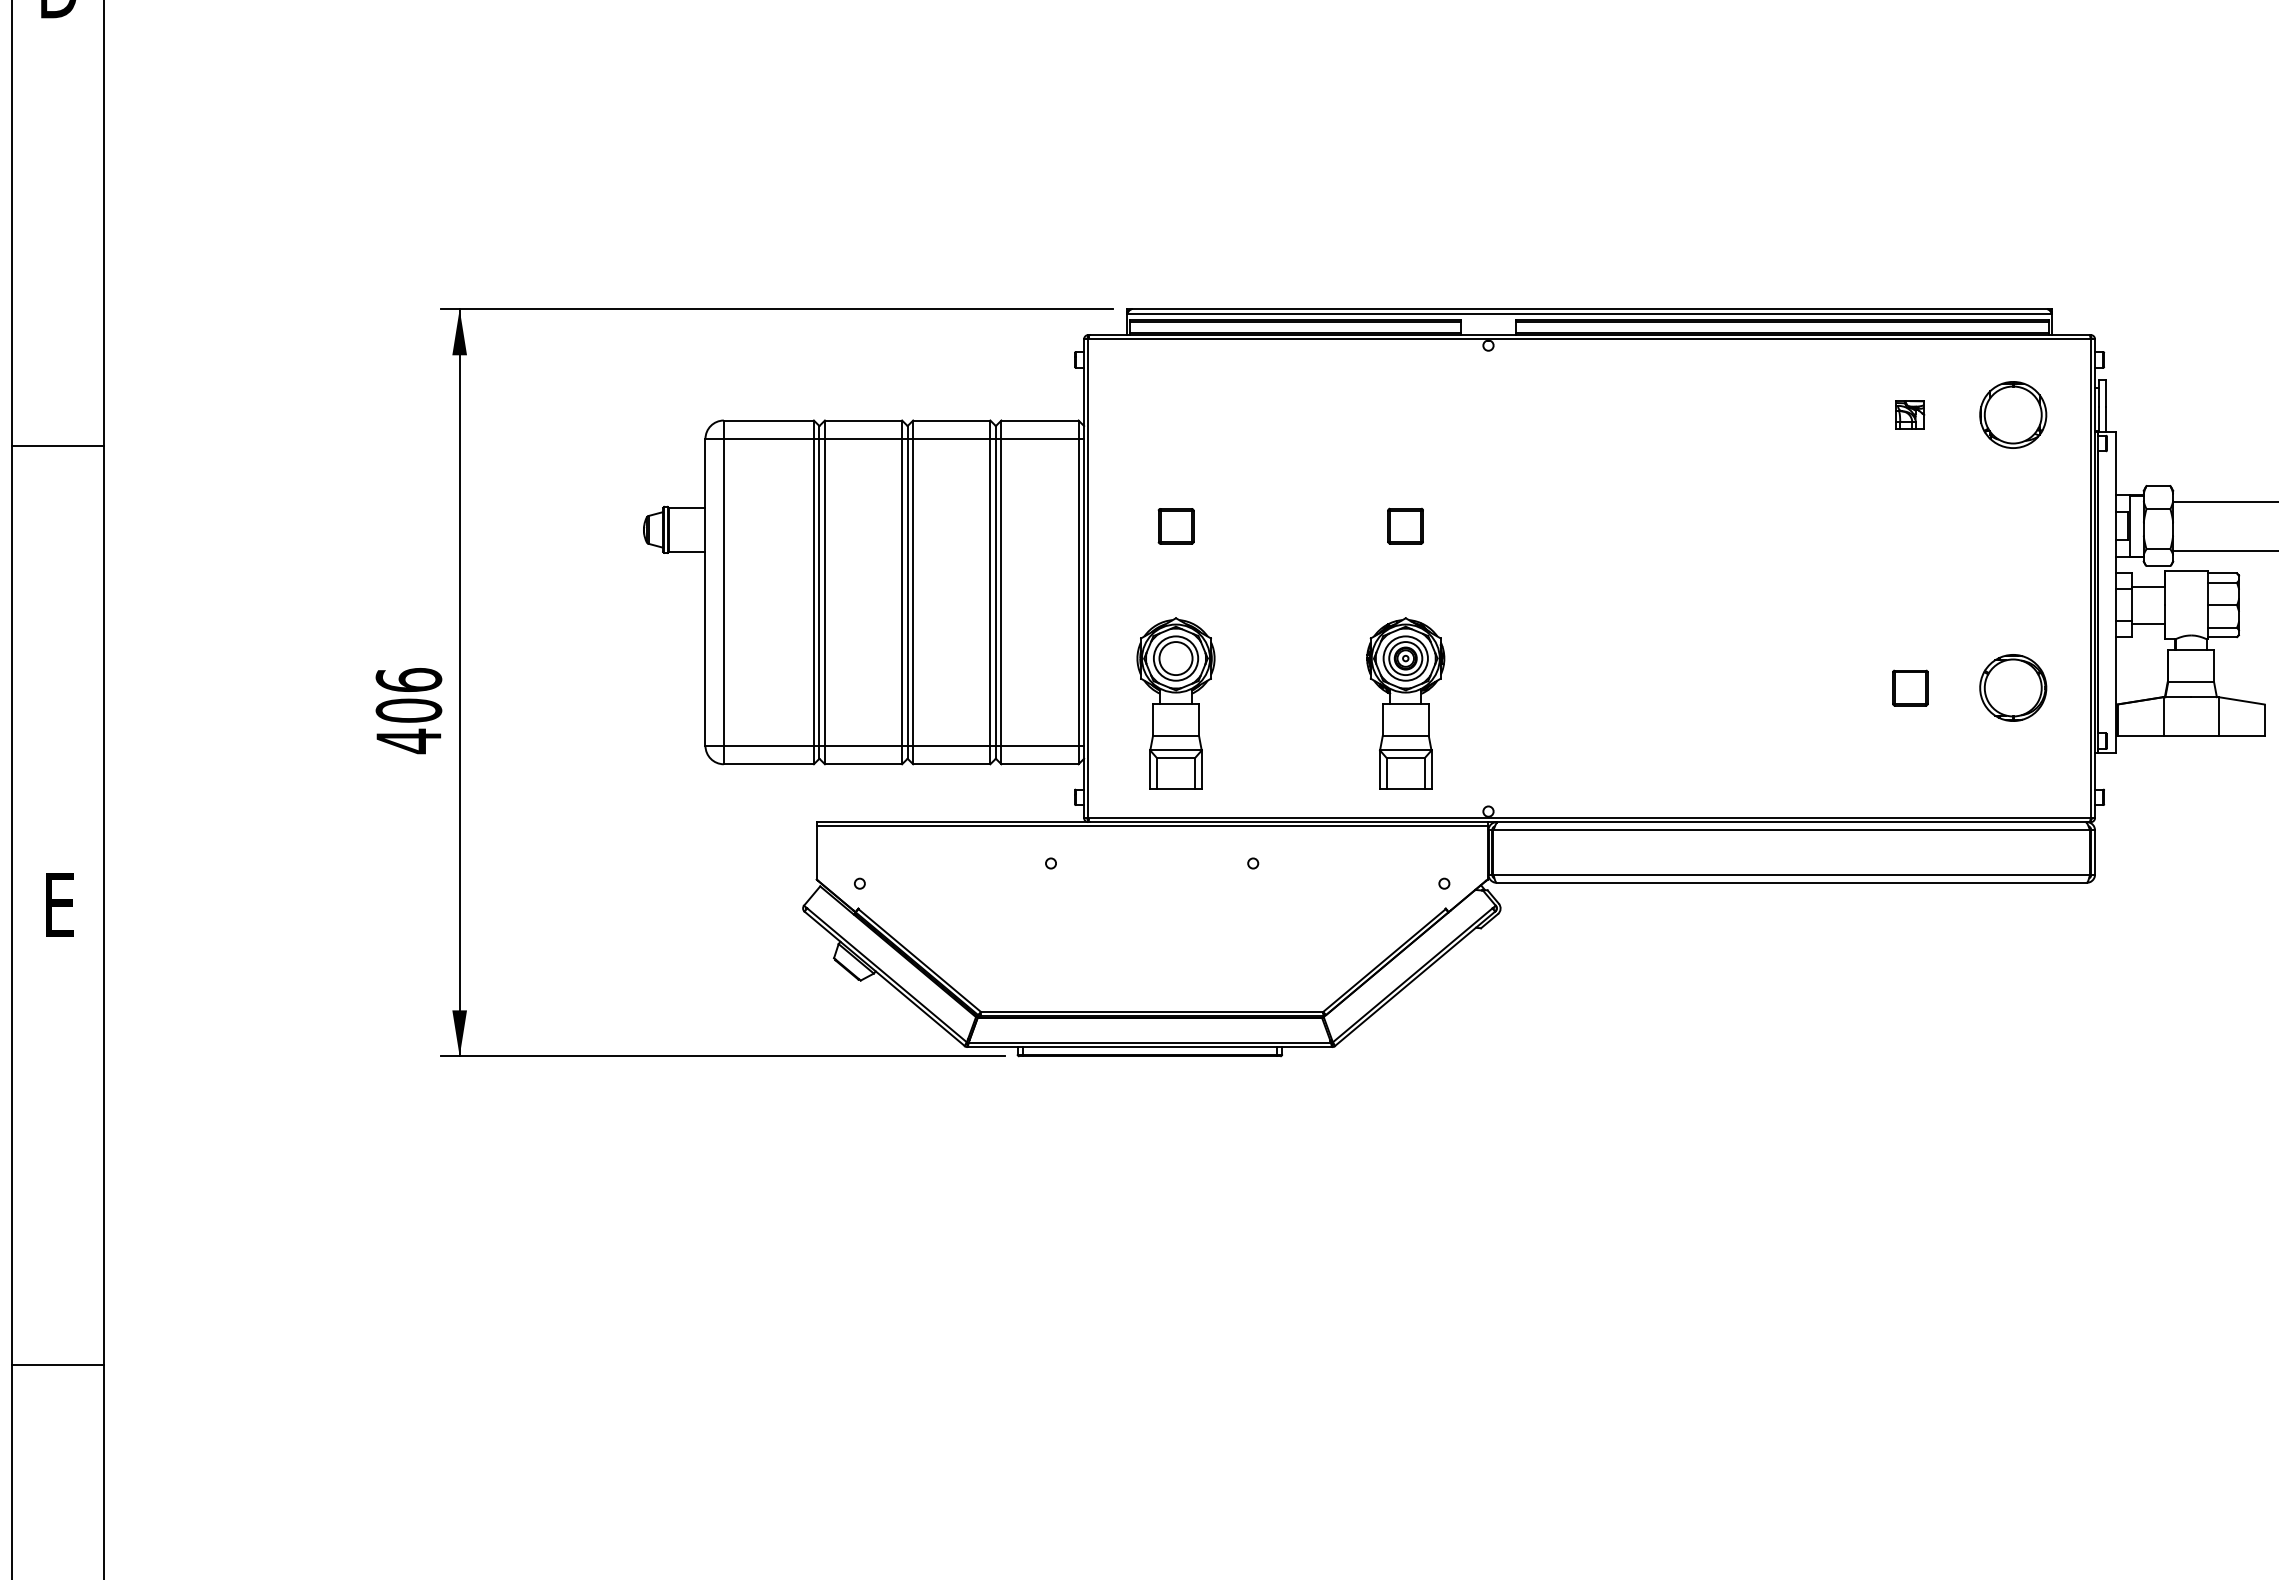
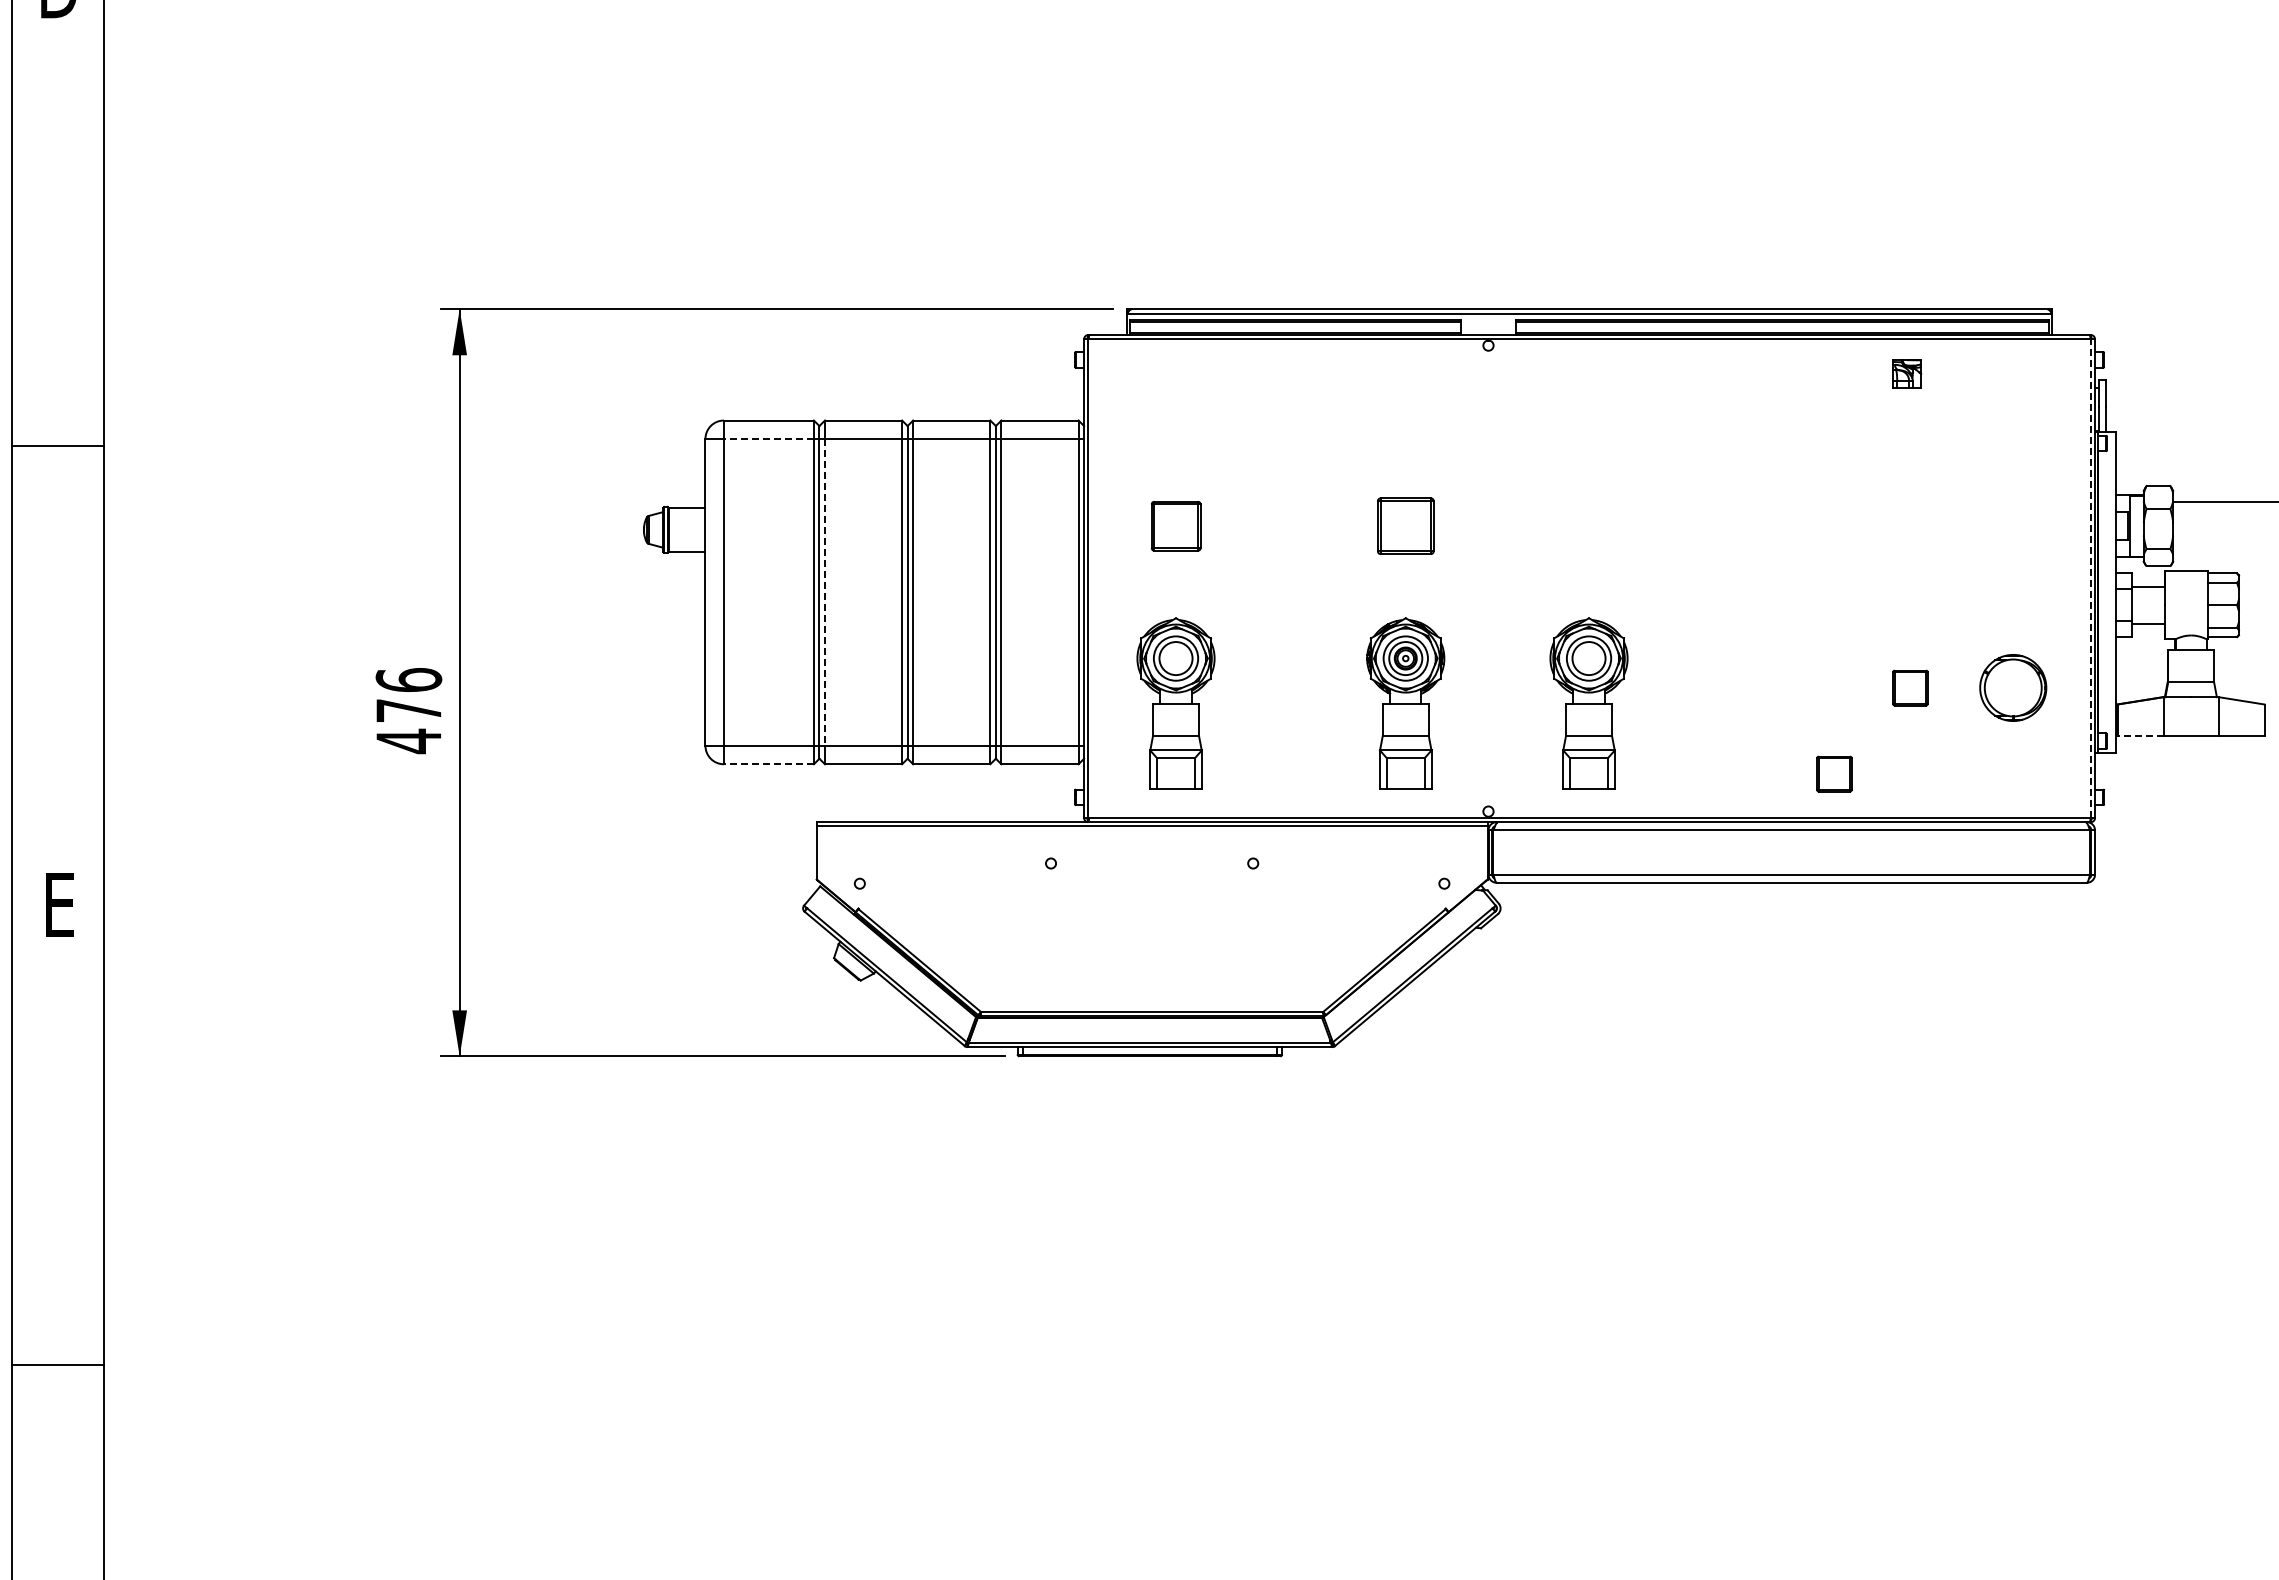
part at (1910, 414) position: (1910, 414) -> (1907, 373)
part at (2013, 414): present -> none
line at (768, 438): solid -> dashed
part at (1405, 525) size: 37x38 px -> 58x58 px
part at (1175, 526) size: 38x37 px -> 52x51 px
line at (2224, 550): present -> none
line at (2090, 578): solid -> dashed
line at (824, 592): solid -> dashed
part at (1588, 703): none -> present
text at (408, 710): 406 -> 476
line at (2140, 735): solid -> dashed
line at (768, 764): solid -> dashed
part at (1834, 773): none -> present
